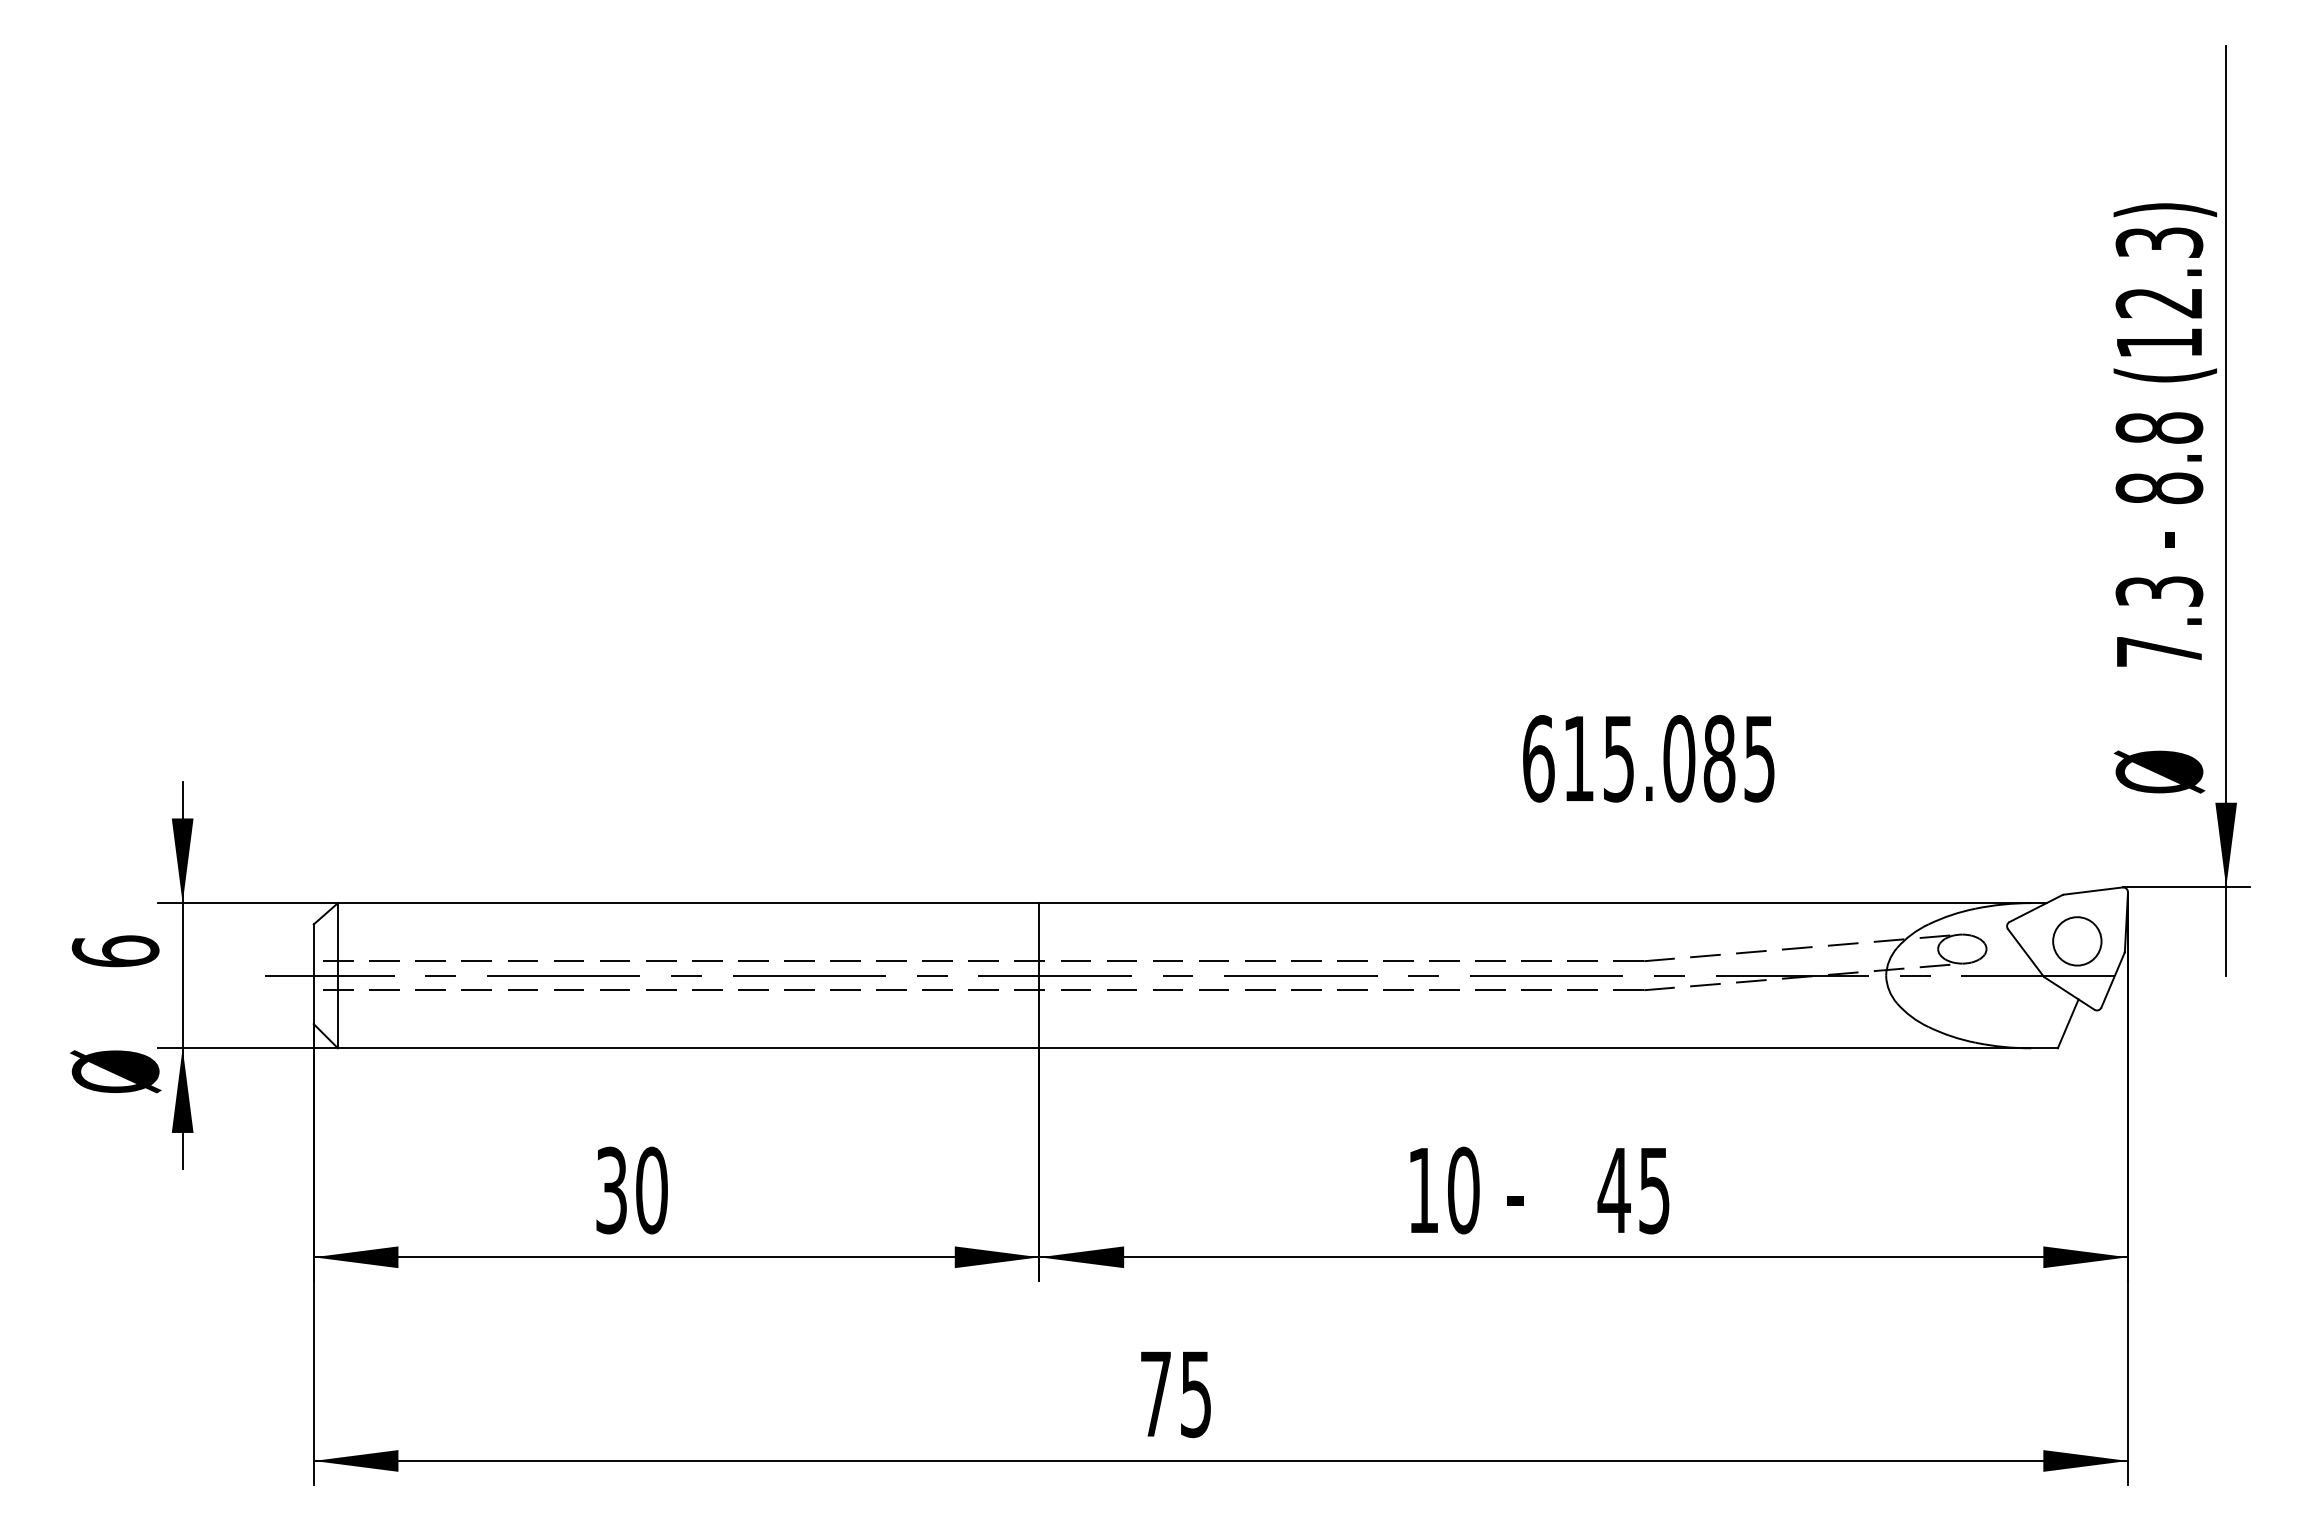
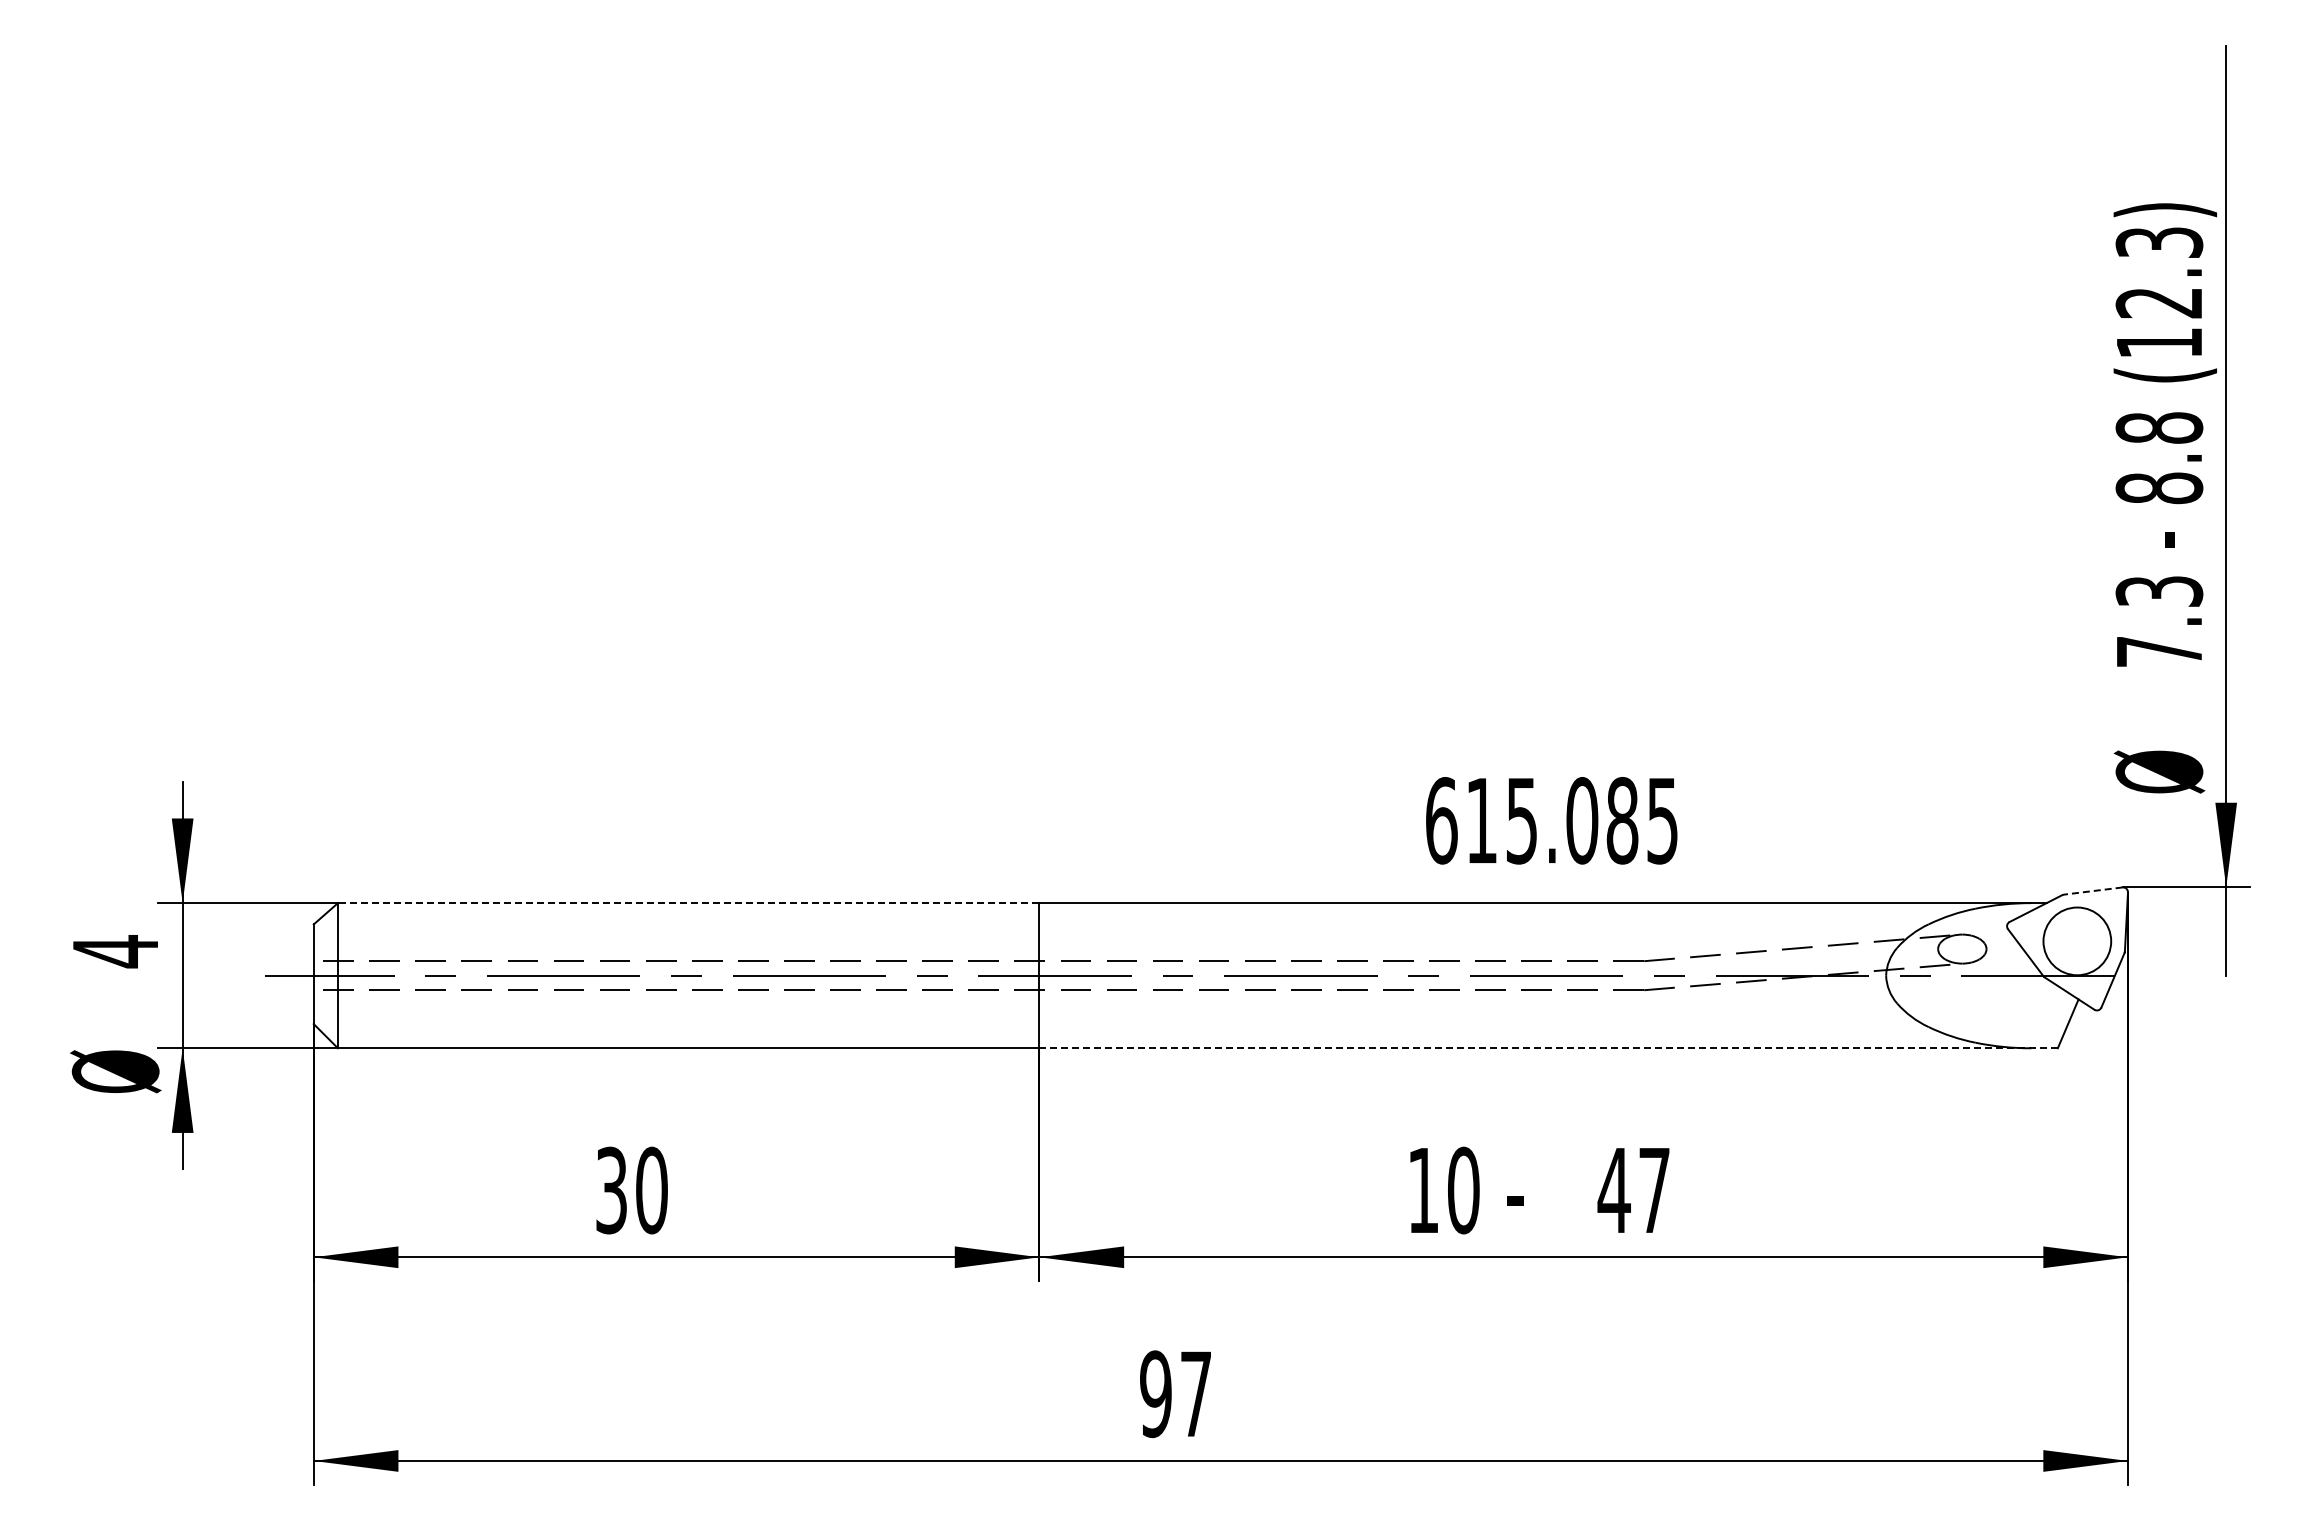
text at (1648, 758) position: (1648, 758) -> (1551, 820)
line at (2093, 891): solid -> dashed
line at (688, 903): solid -> dashed
circle at (2077, 941) diameter: 48 px -> 68 px
text at (115, 951): 6 -> 4
line at (1548, 1048): solid -> dashed
text at (1654, 1191): 45 -> 47
text at (1175, 1394): 75 -> 97
